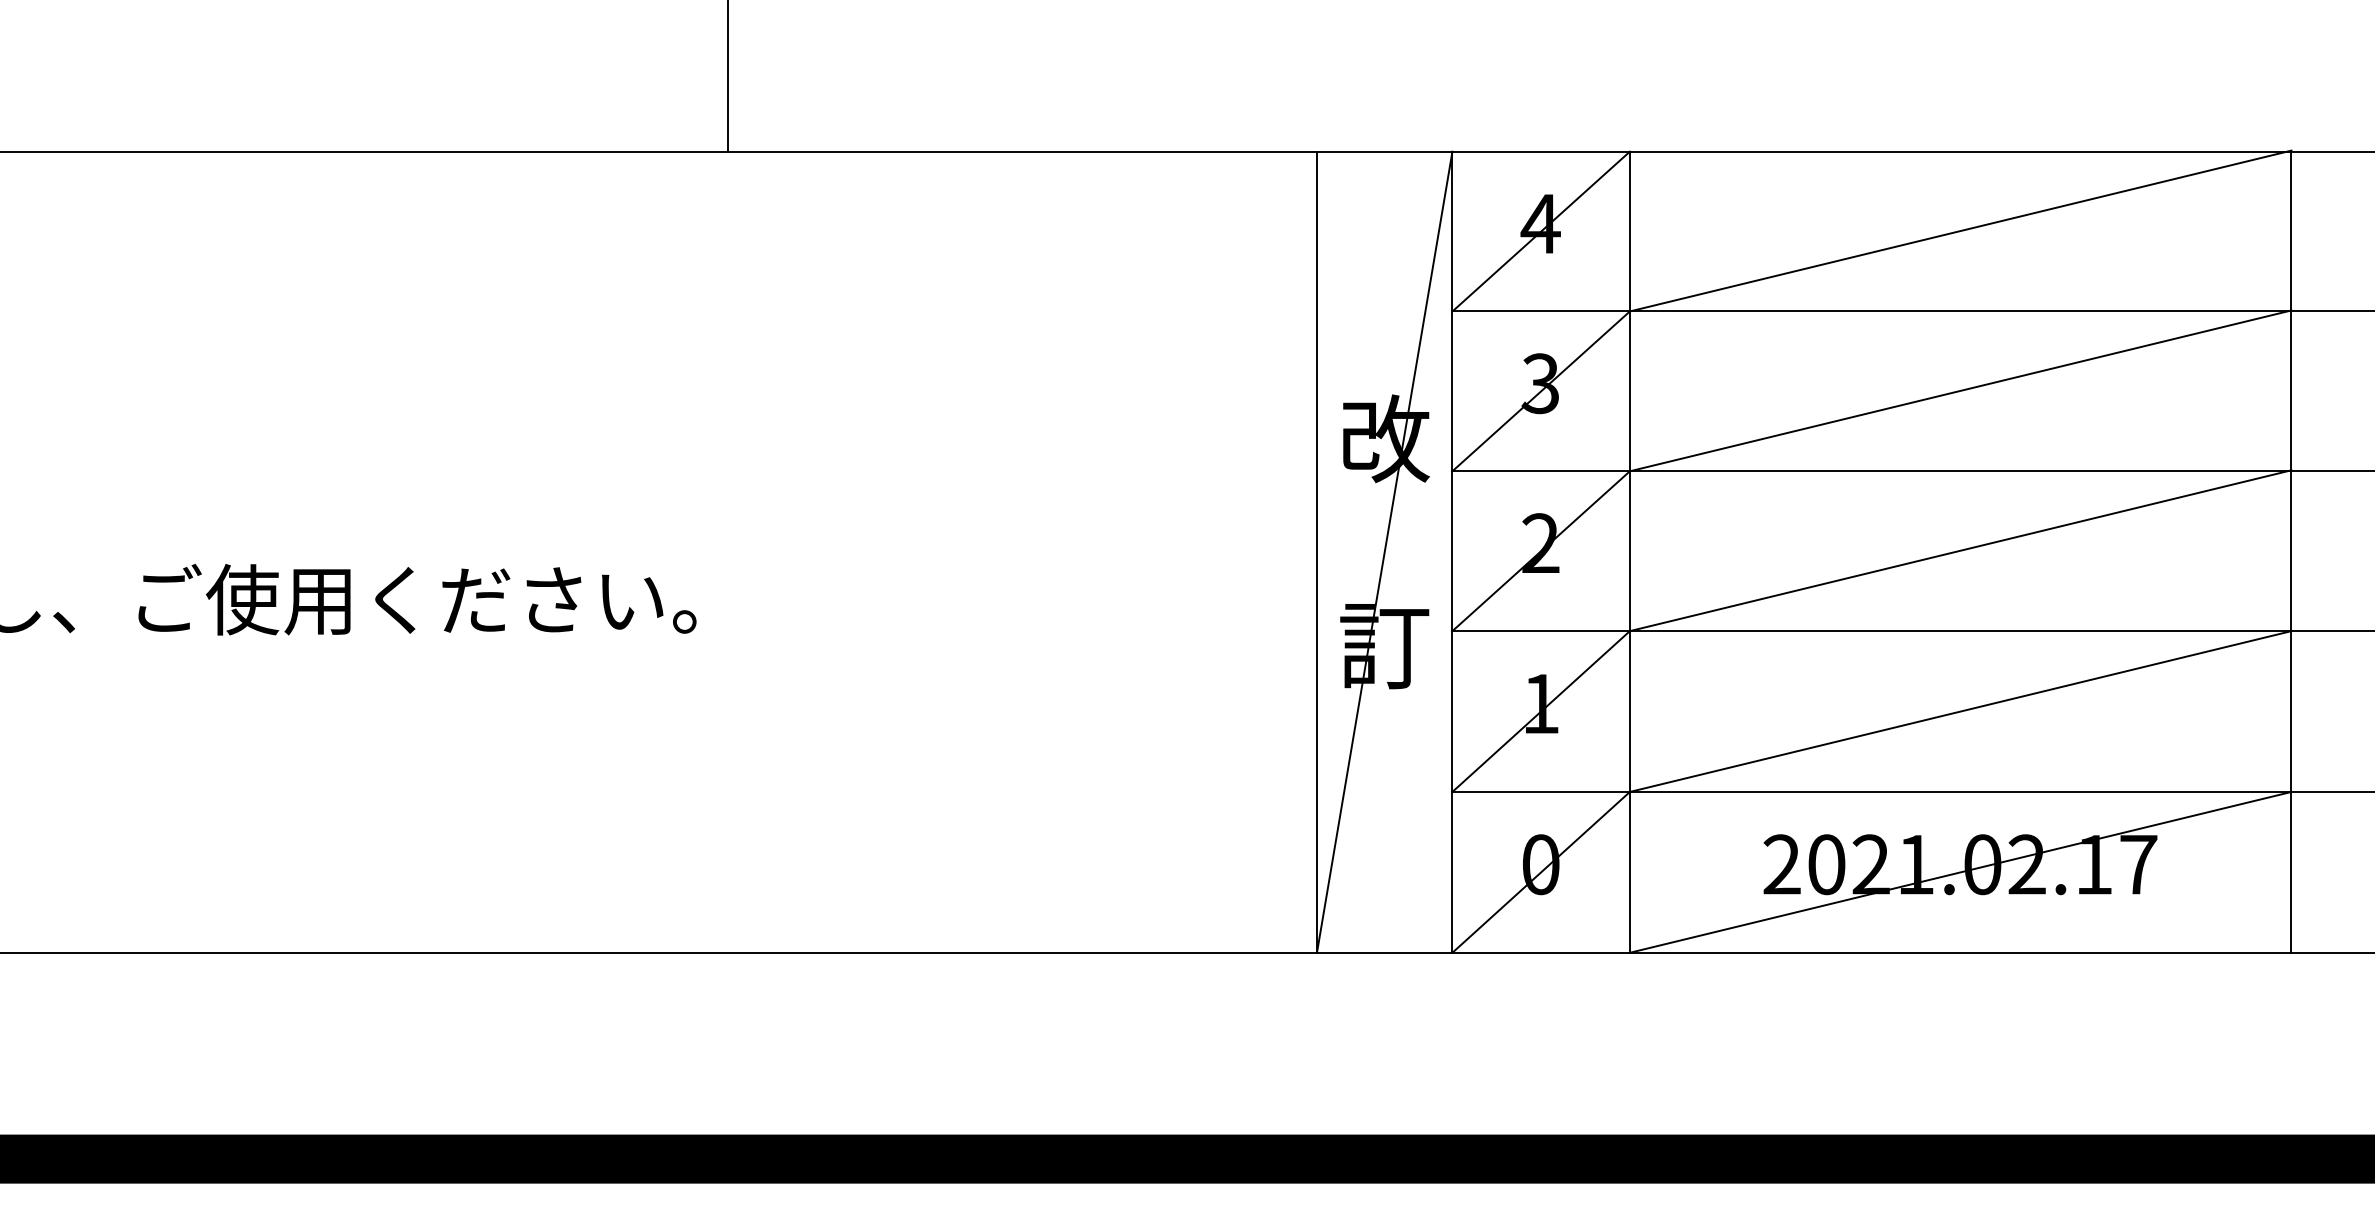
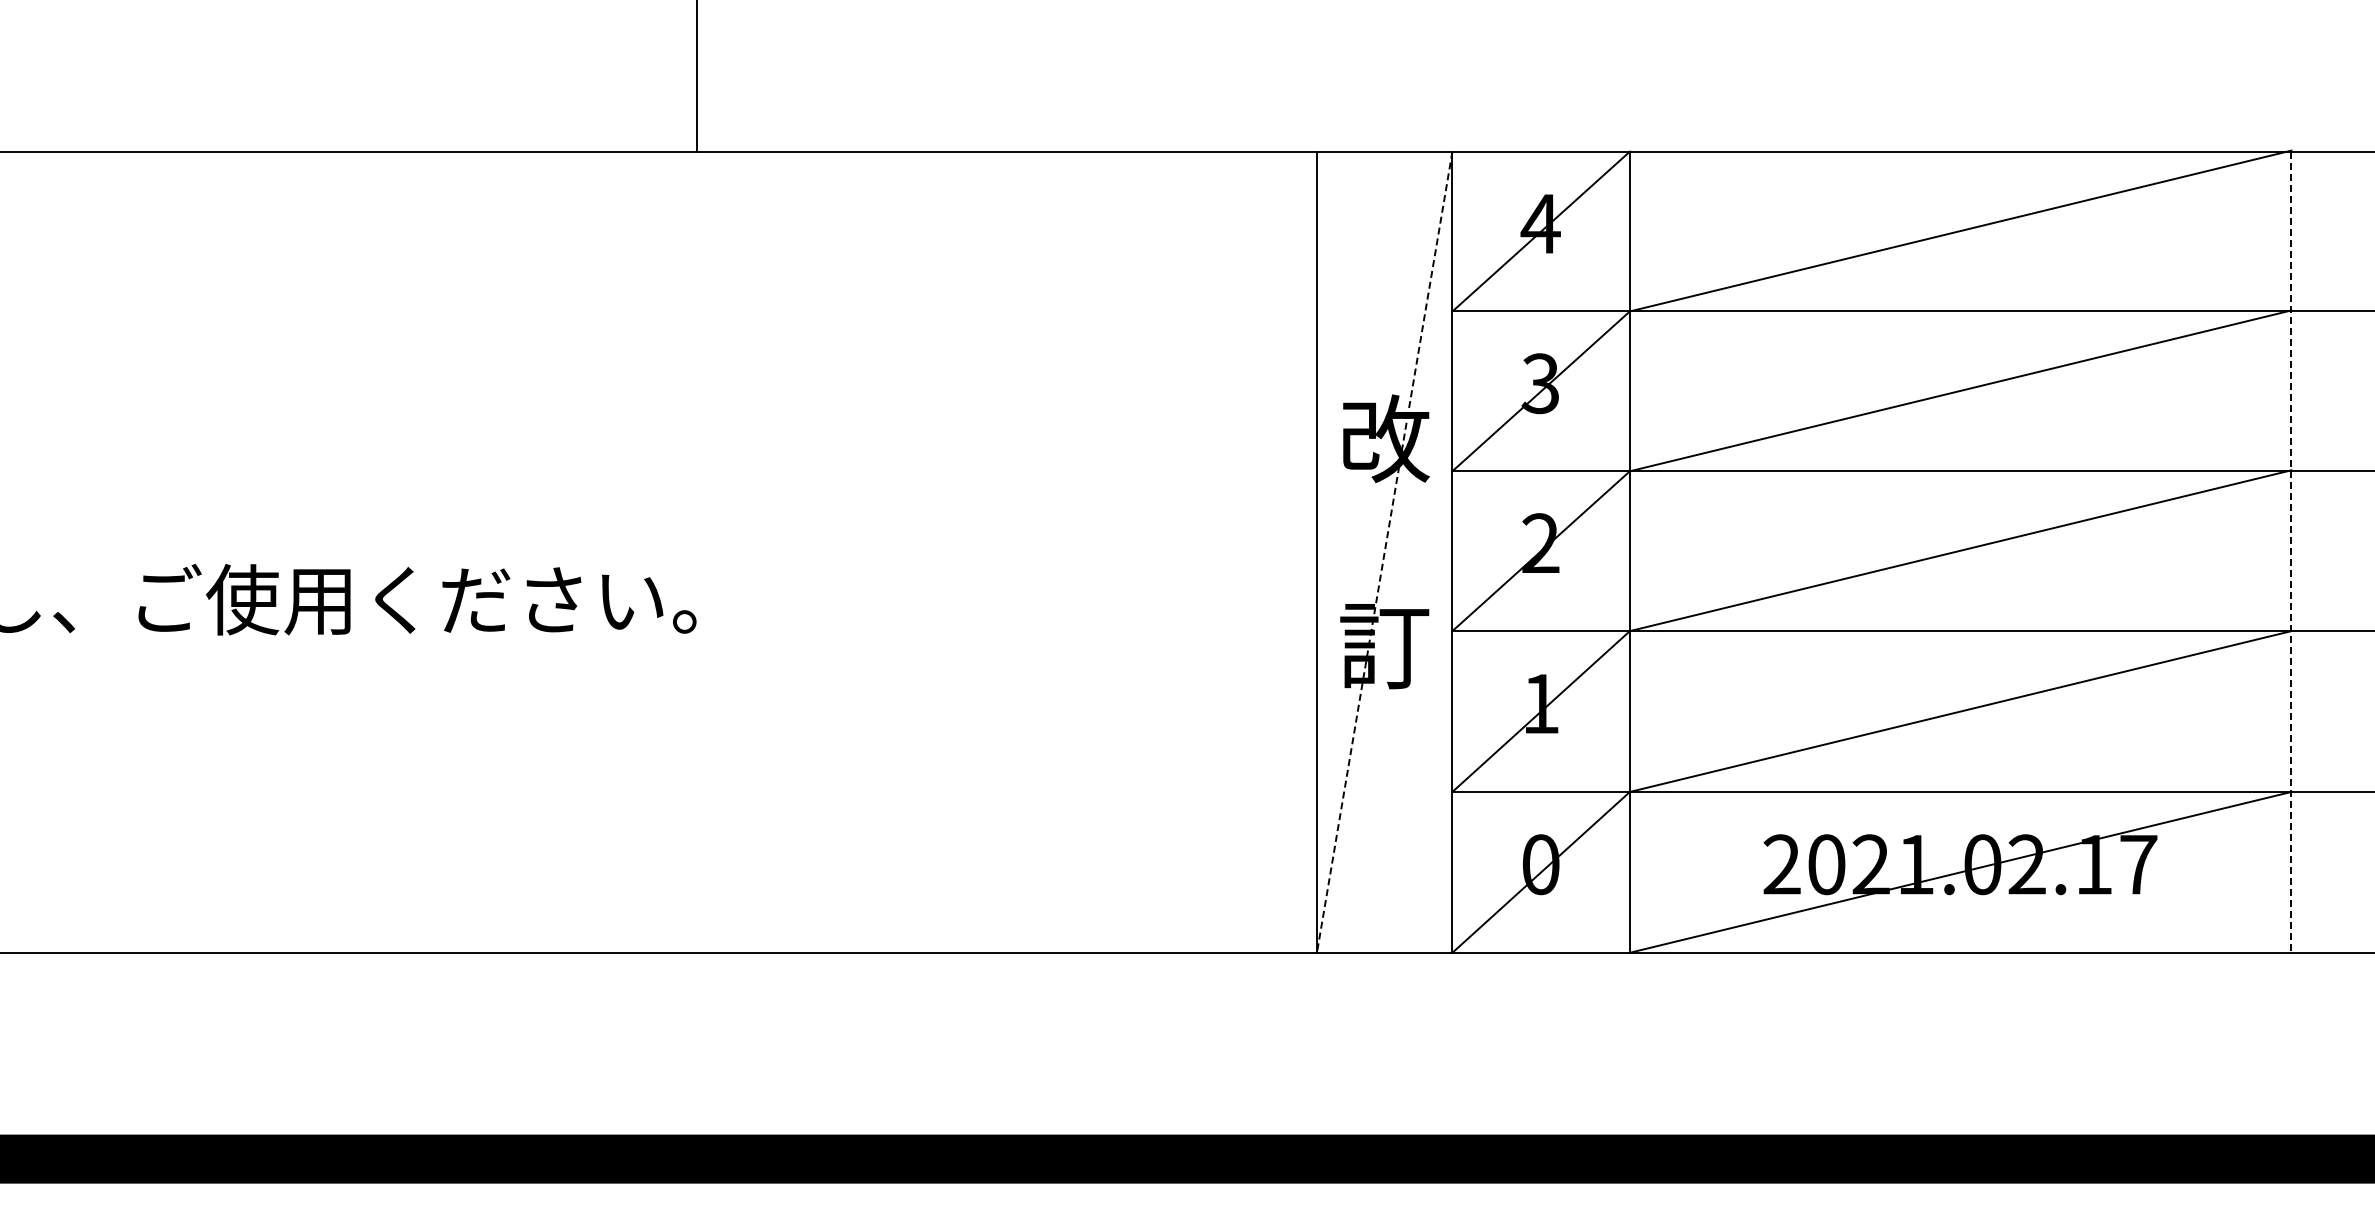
line at (727, 76) position: (727, 76) -> (696, 76)
line at (1384, 552): solid -> dashed
line at (2291, 552): solid -> dashed
